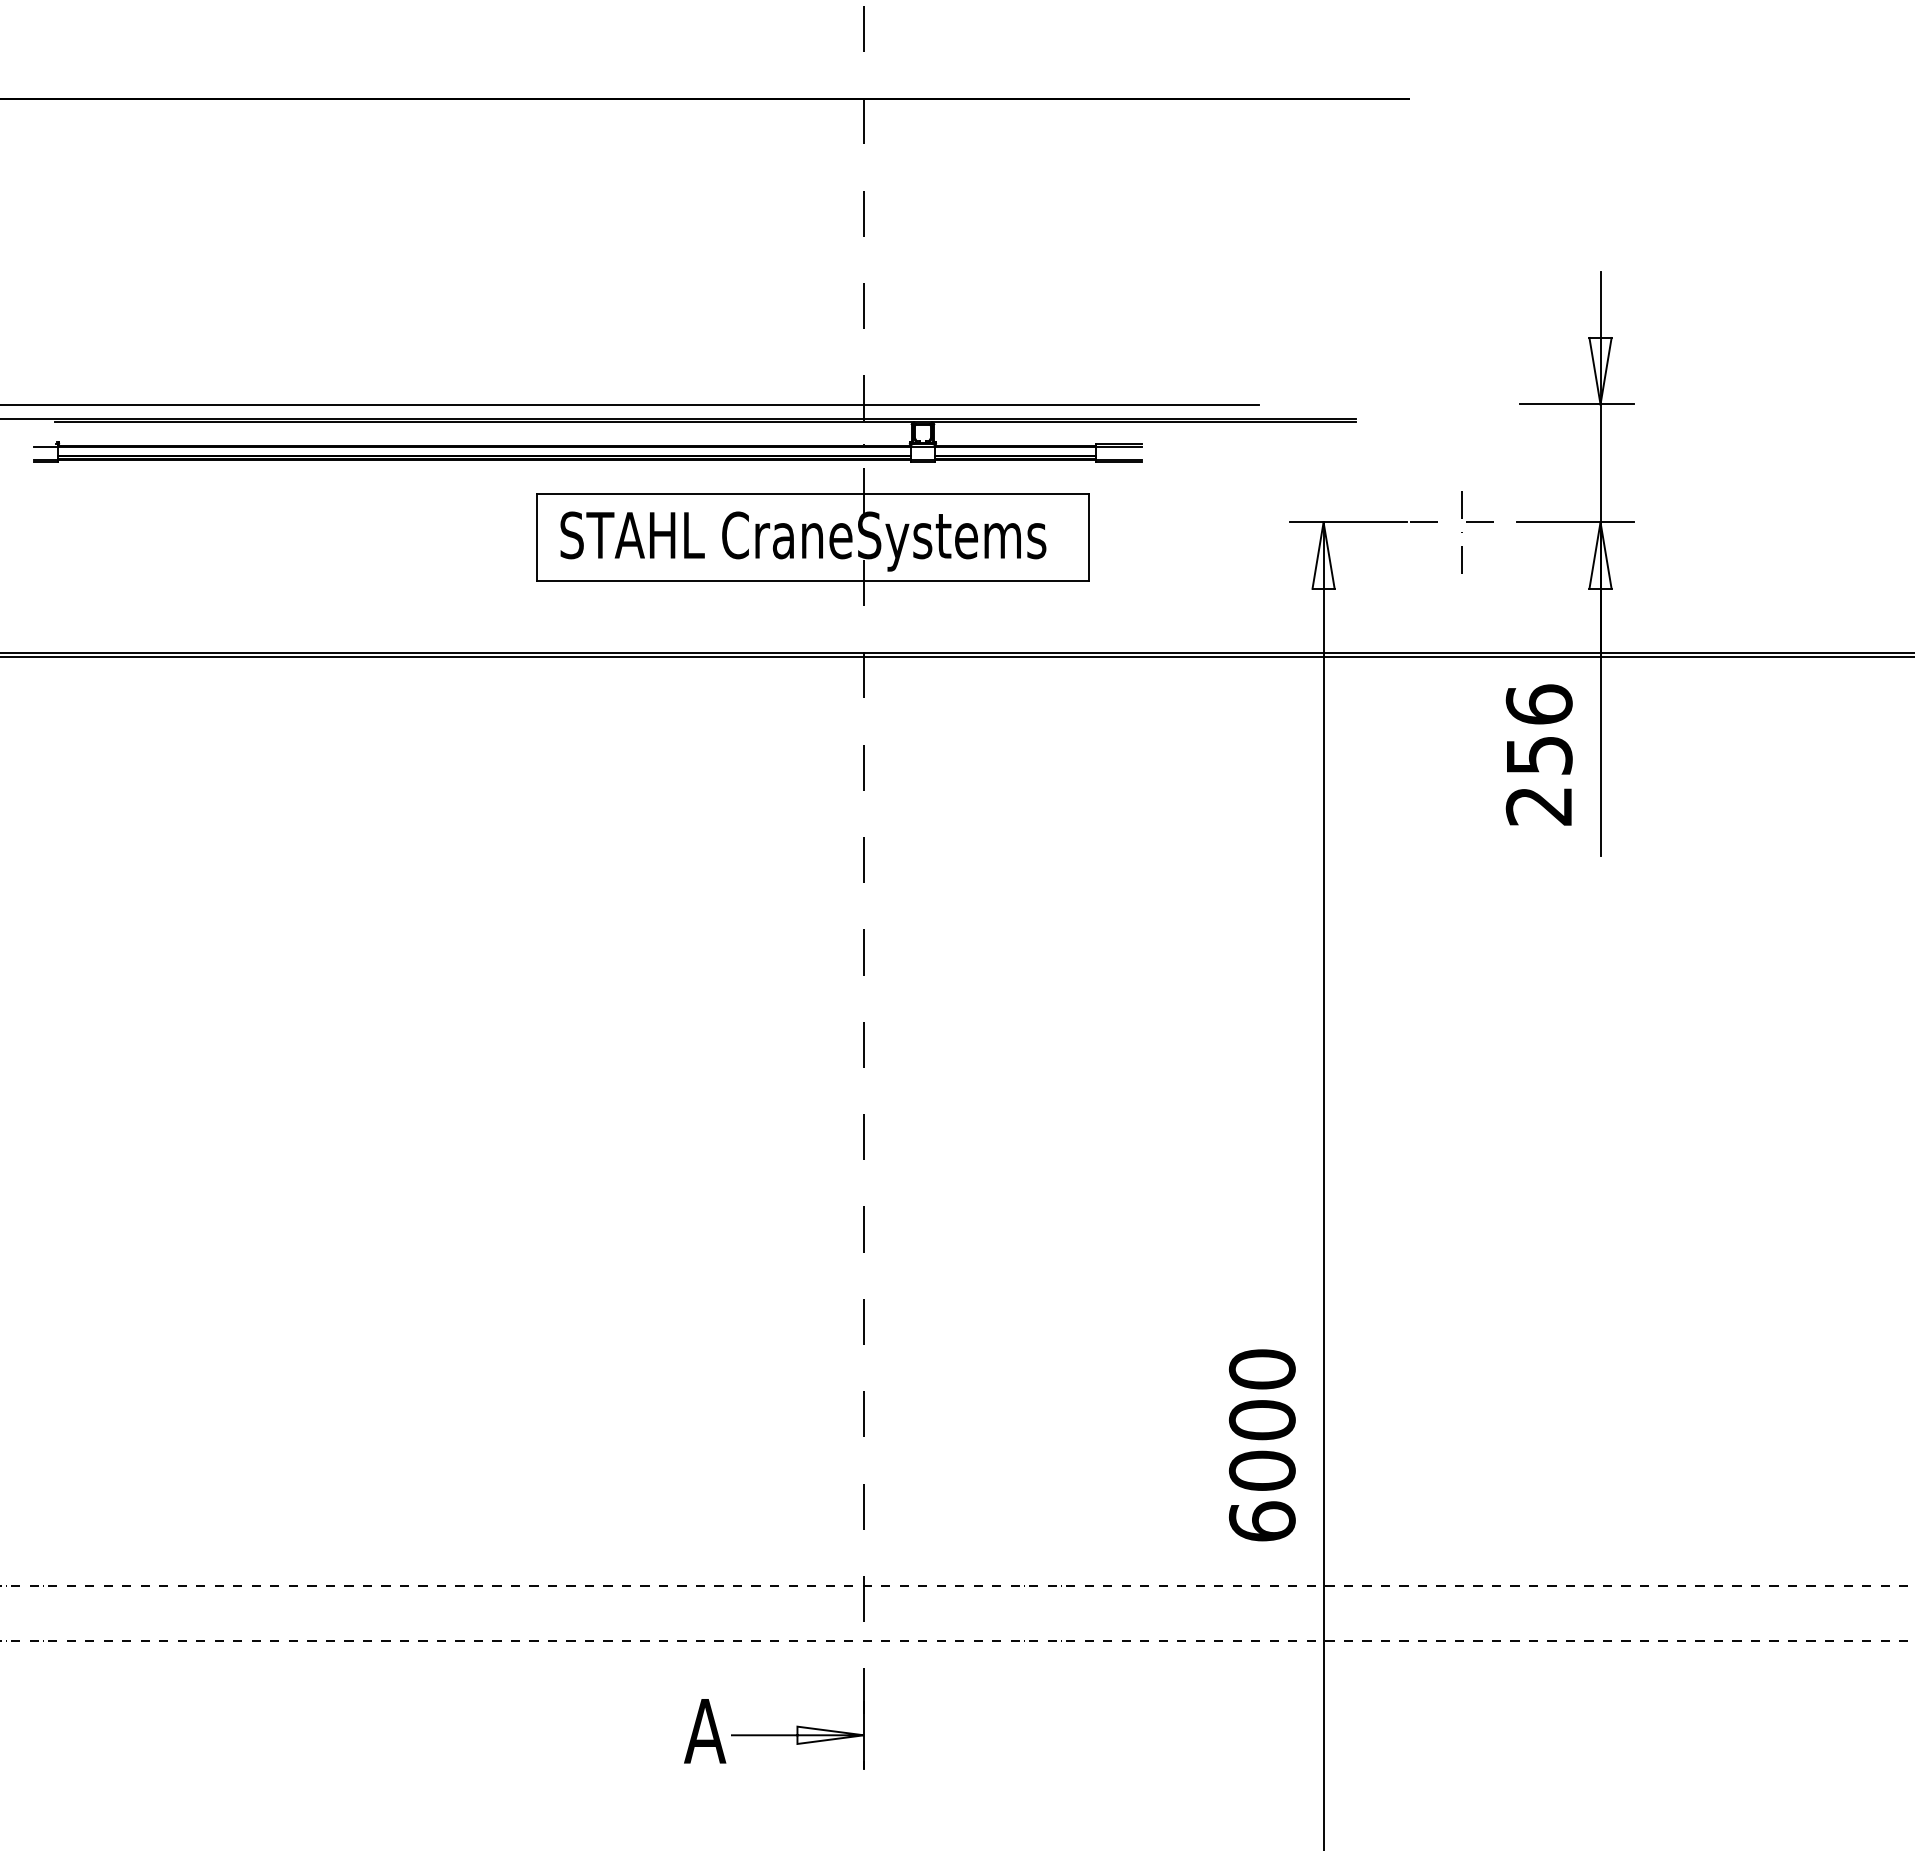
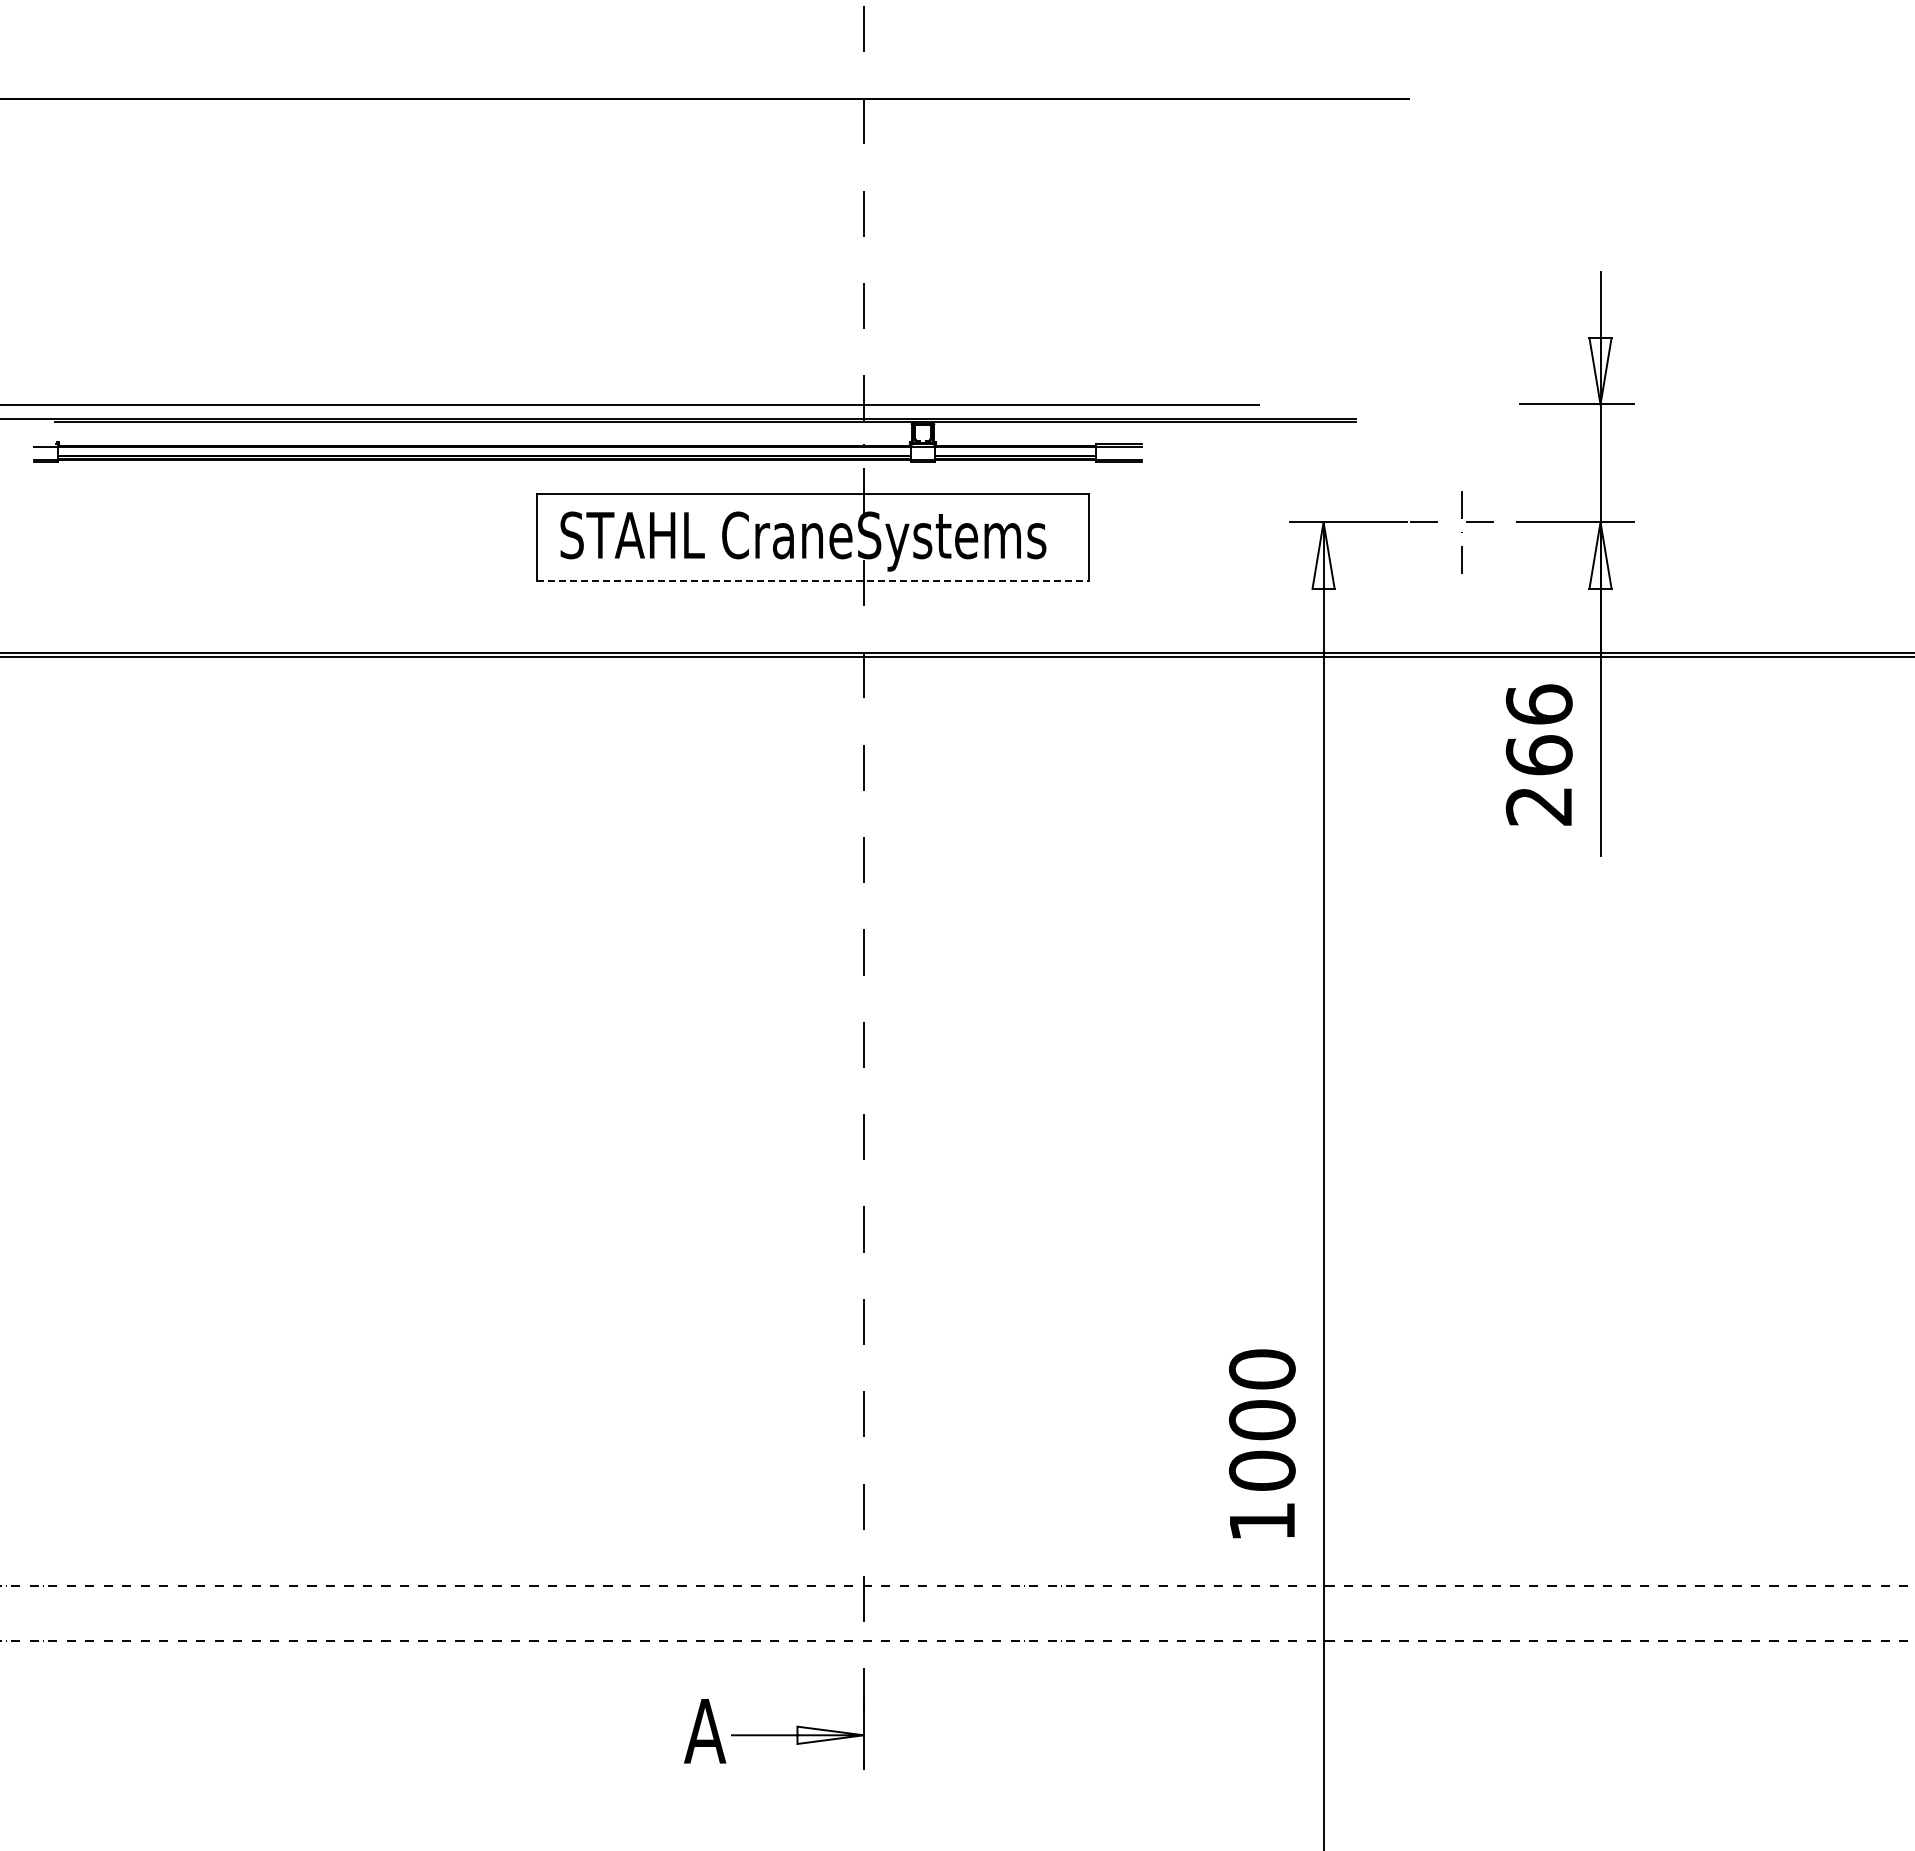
line at (813, 580): solid -> dashed
text at (1538, 755): 256 -> 266
text at (1261, 1521): 6000 -> 1000
